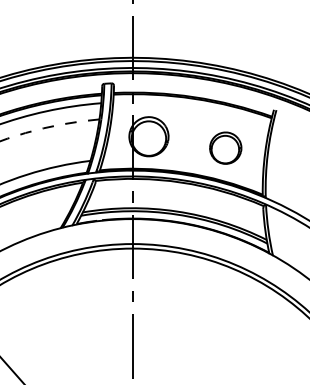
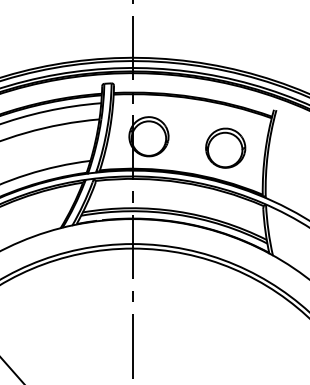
arc at (48, 127): dashed -> solid
part at (225, 147) size: 34x34 px -> 42x42 px
